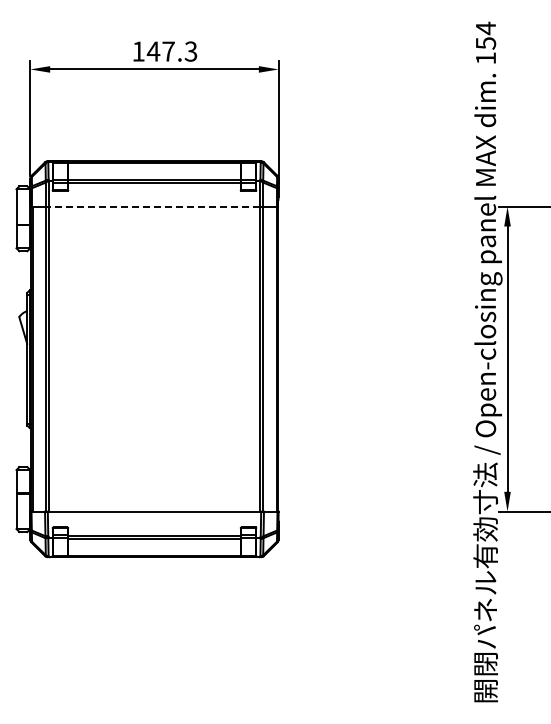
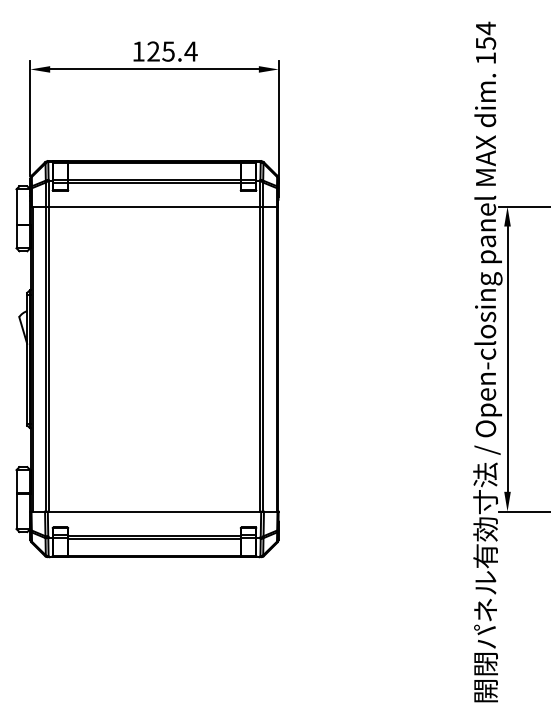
text at (171, 51): 147.3 -> 125.4
line at (154, 206): dashed -> solid
